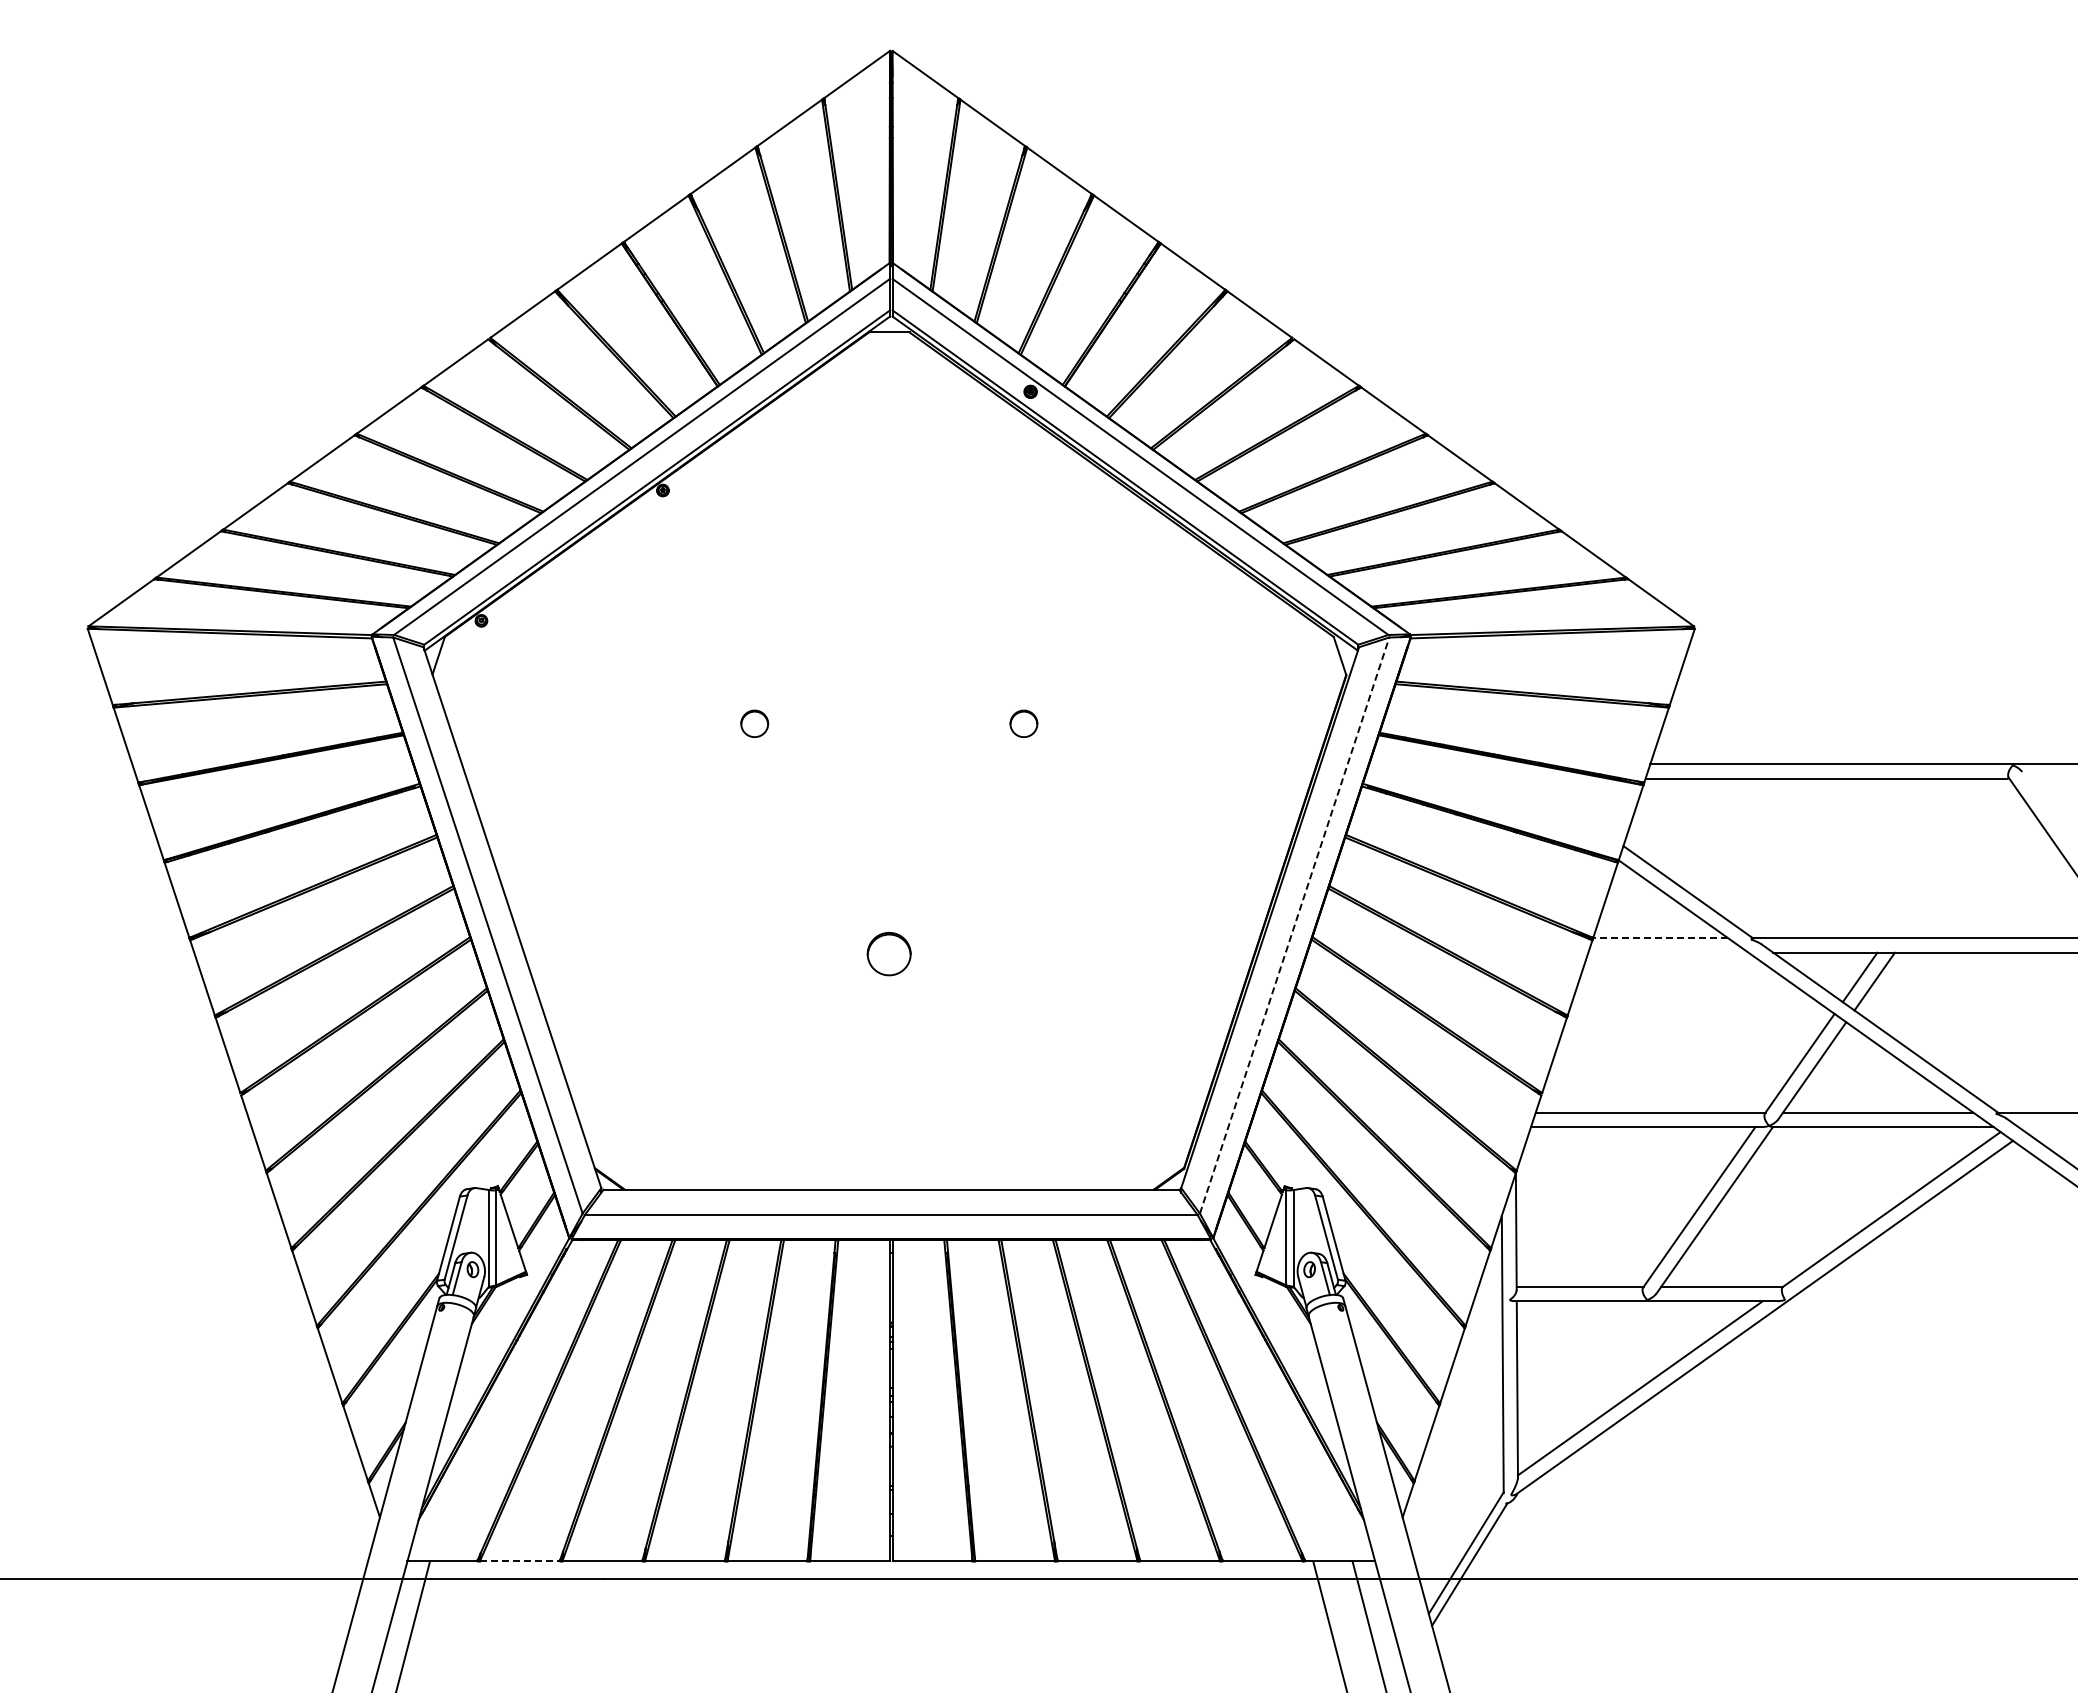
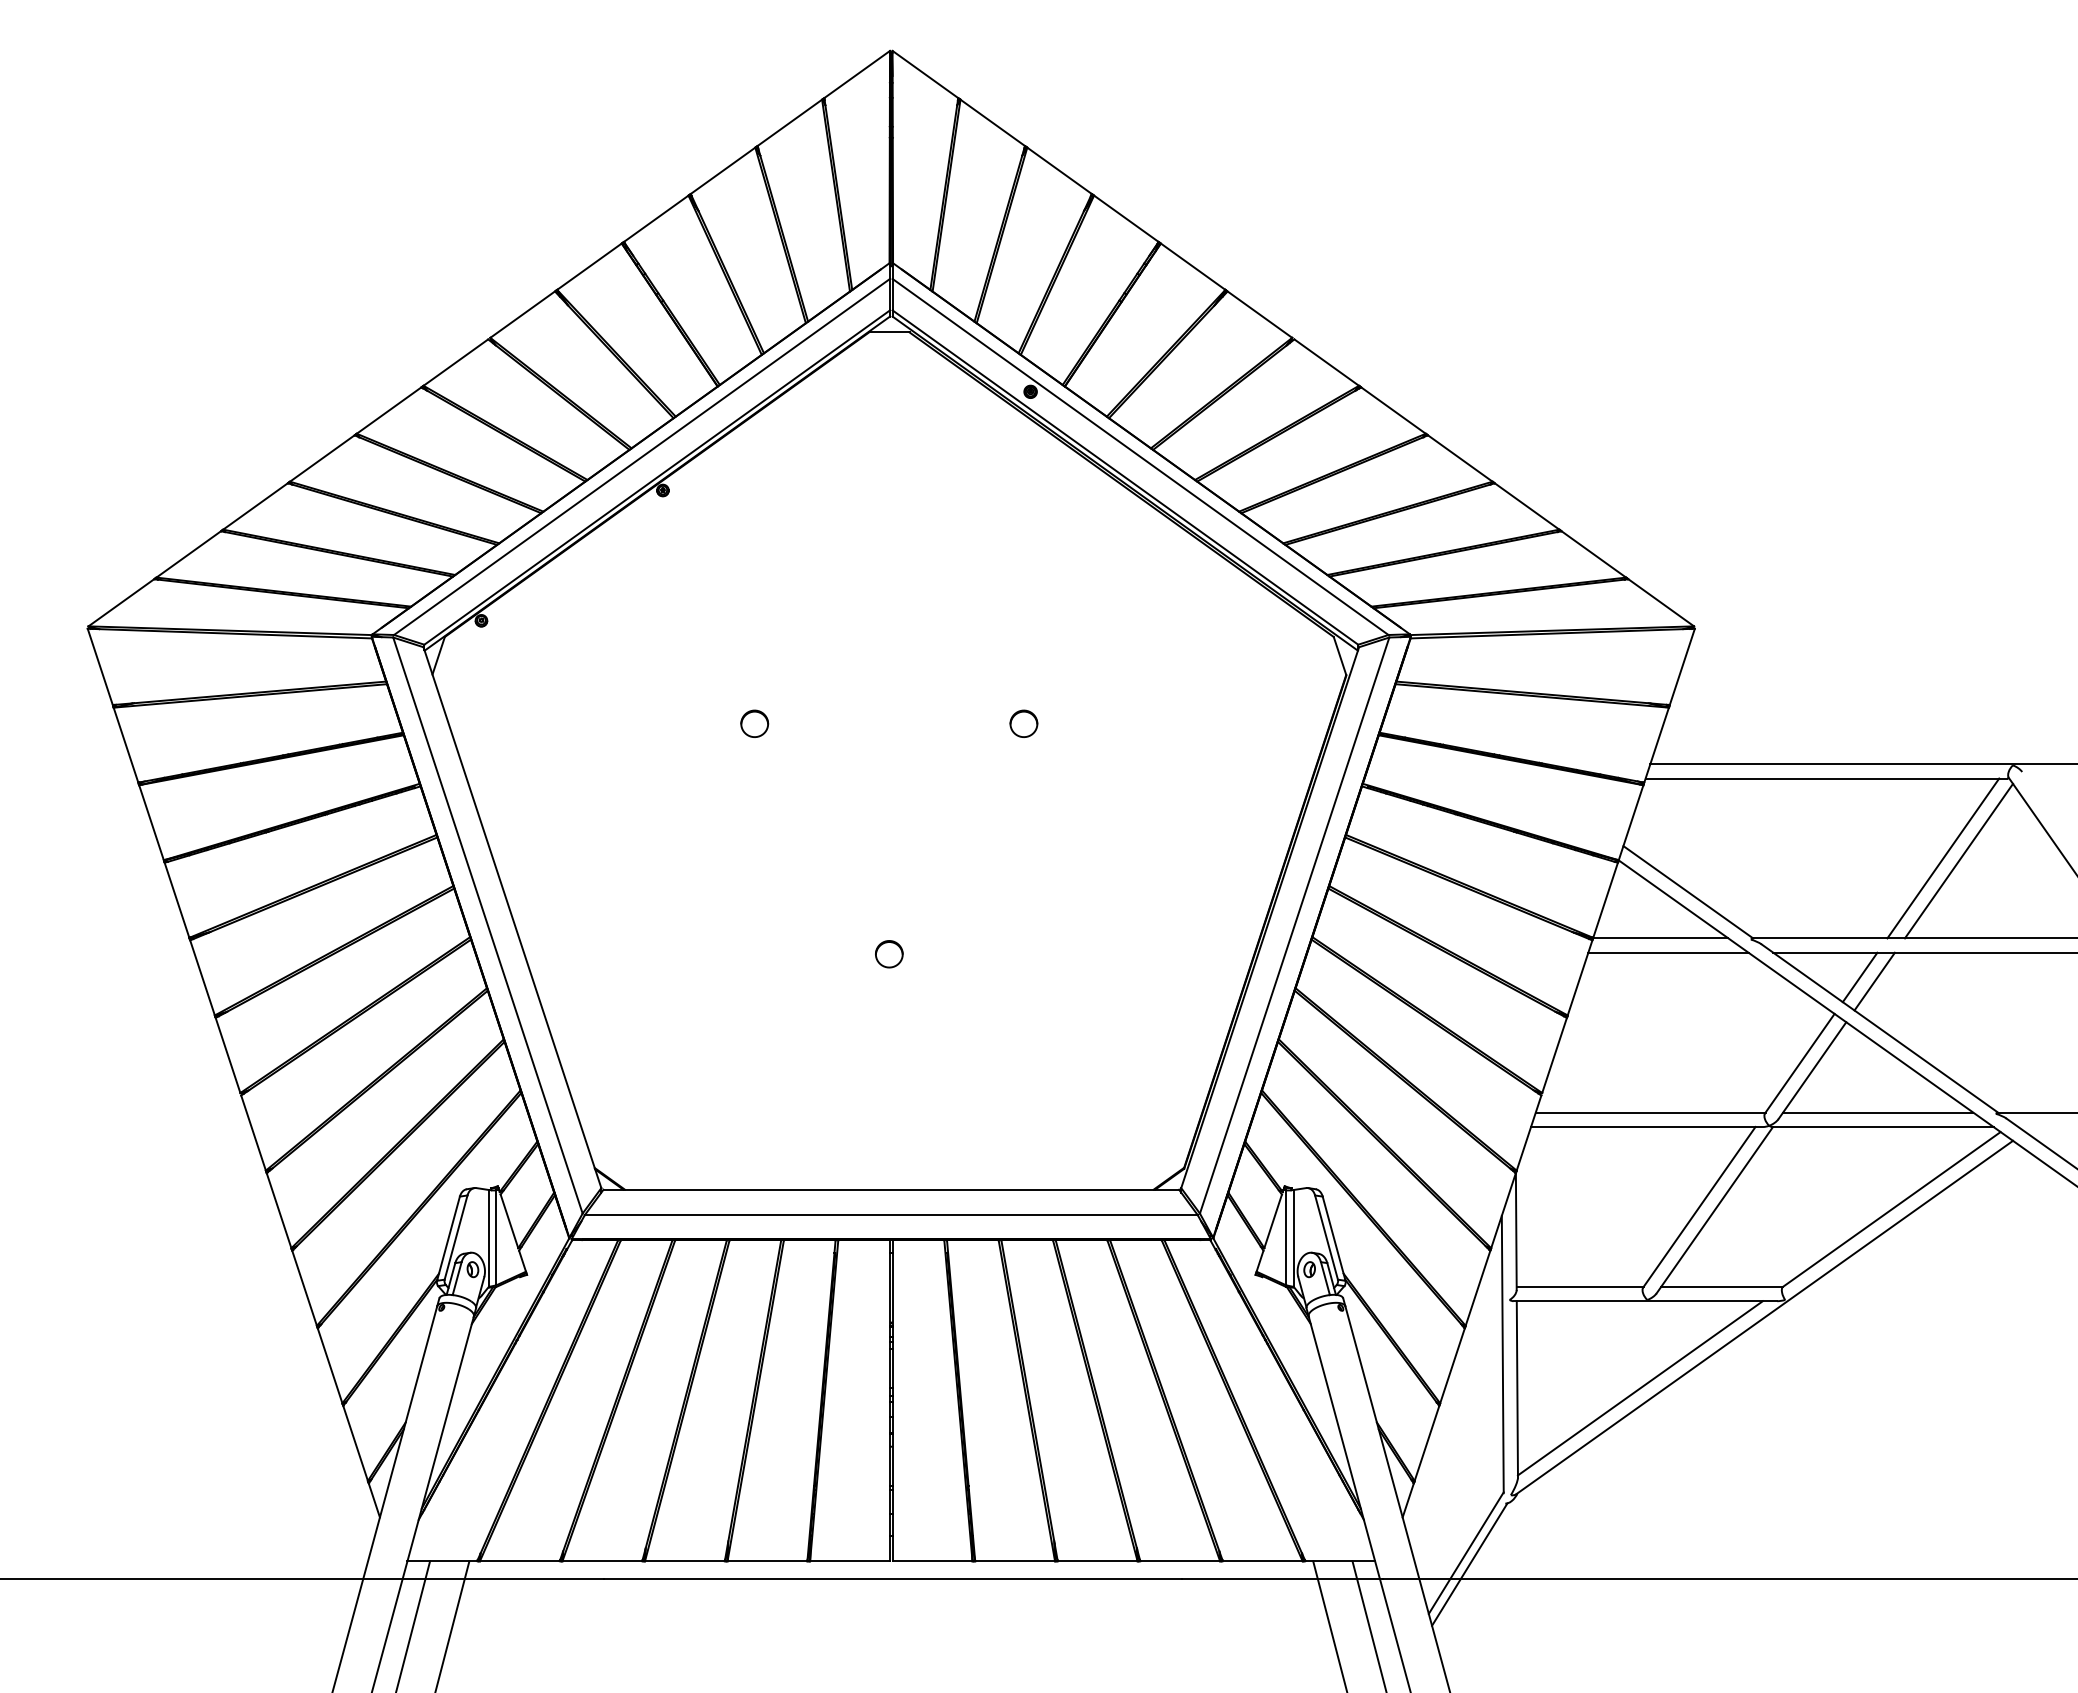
line at (1943, 858): none -> present
line at (1958, 860): none -> present
line at (1294, 925): dashed -> solid
line at (1660, 938): dashed -> solid
line at (1668, 952): none -> present
part at (888, 954) size: 46x45 px -> 29x29 px
line at (520, 1561): dashed -> solid
line at (452, 1625): none -> present
